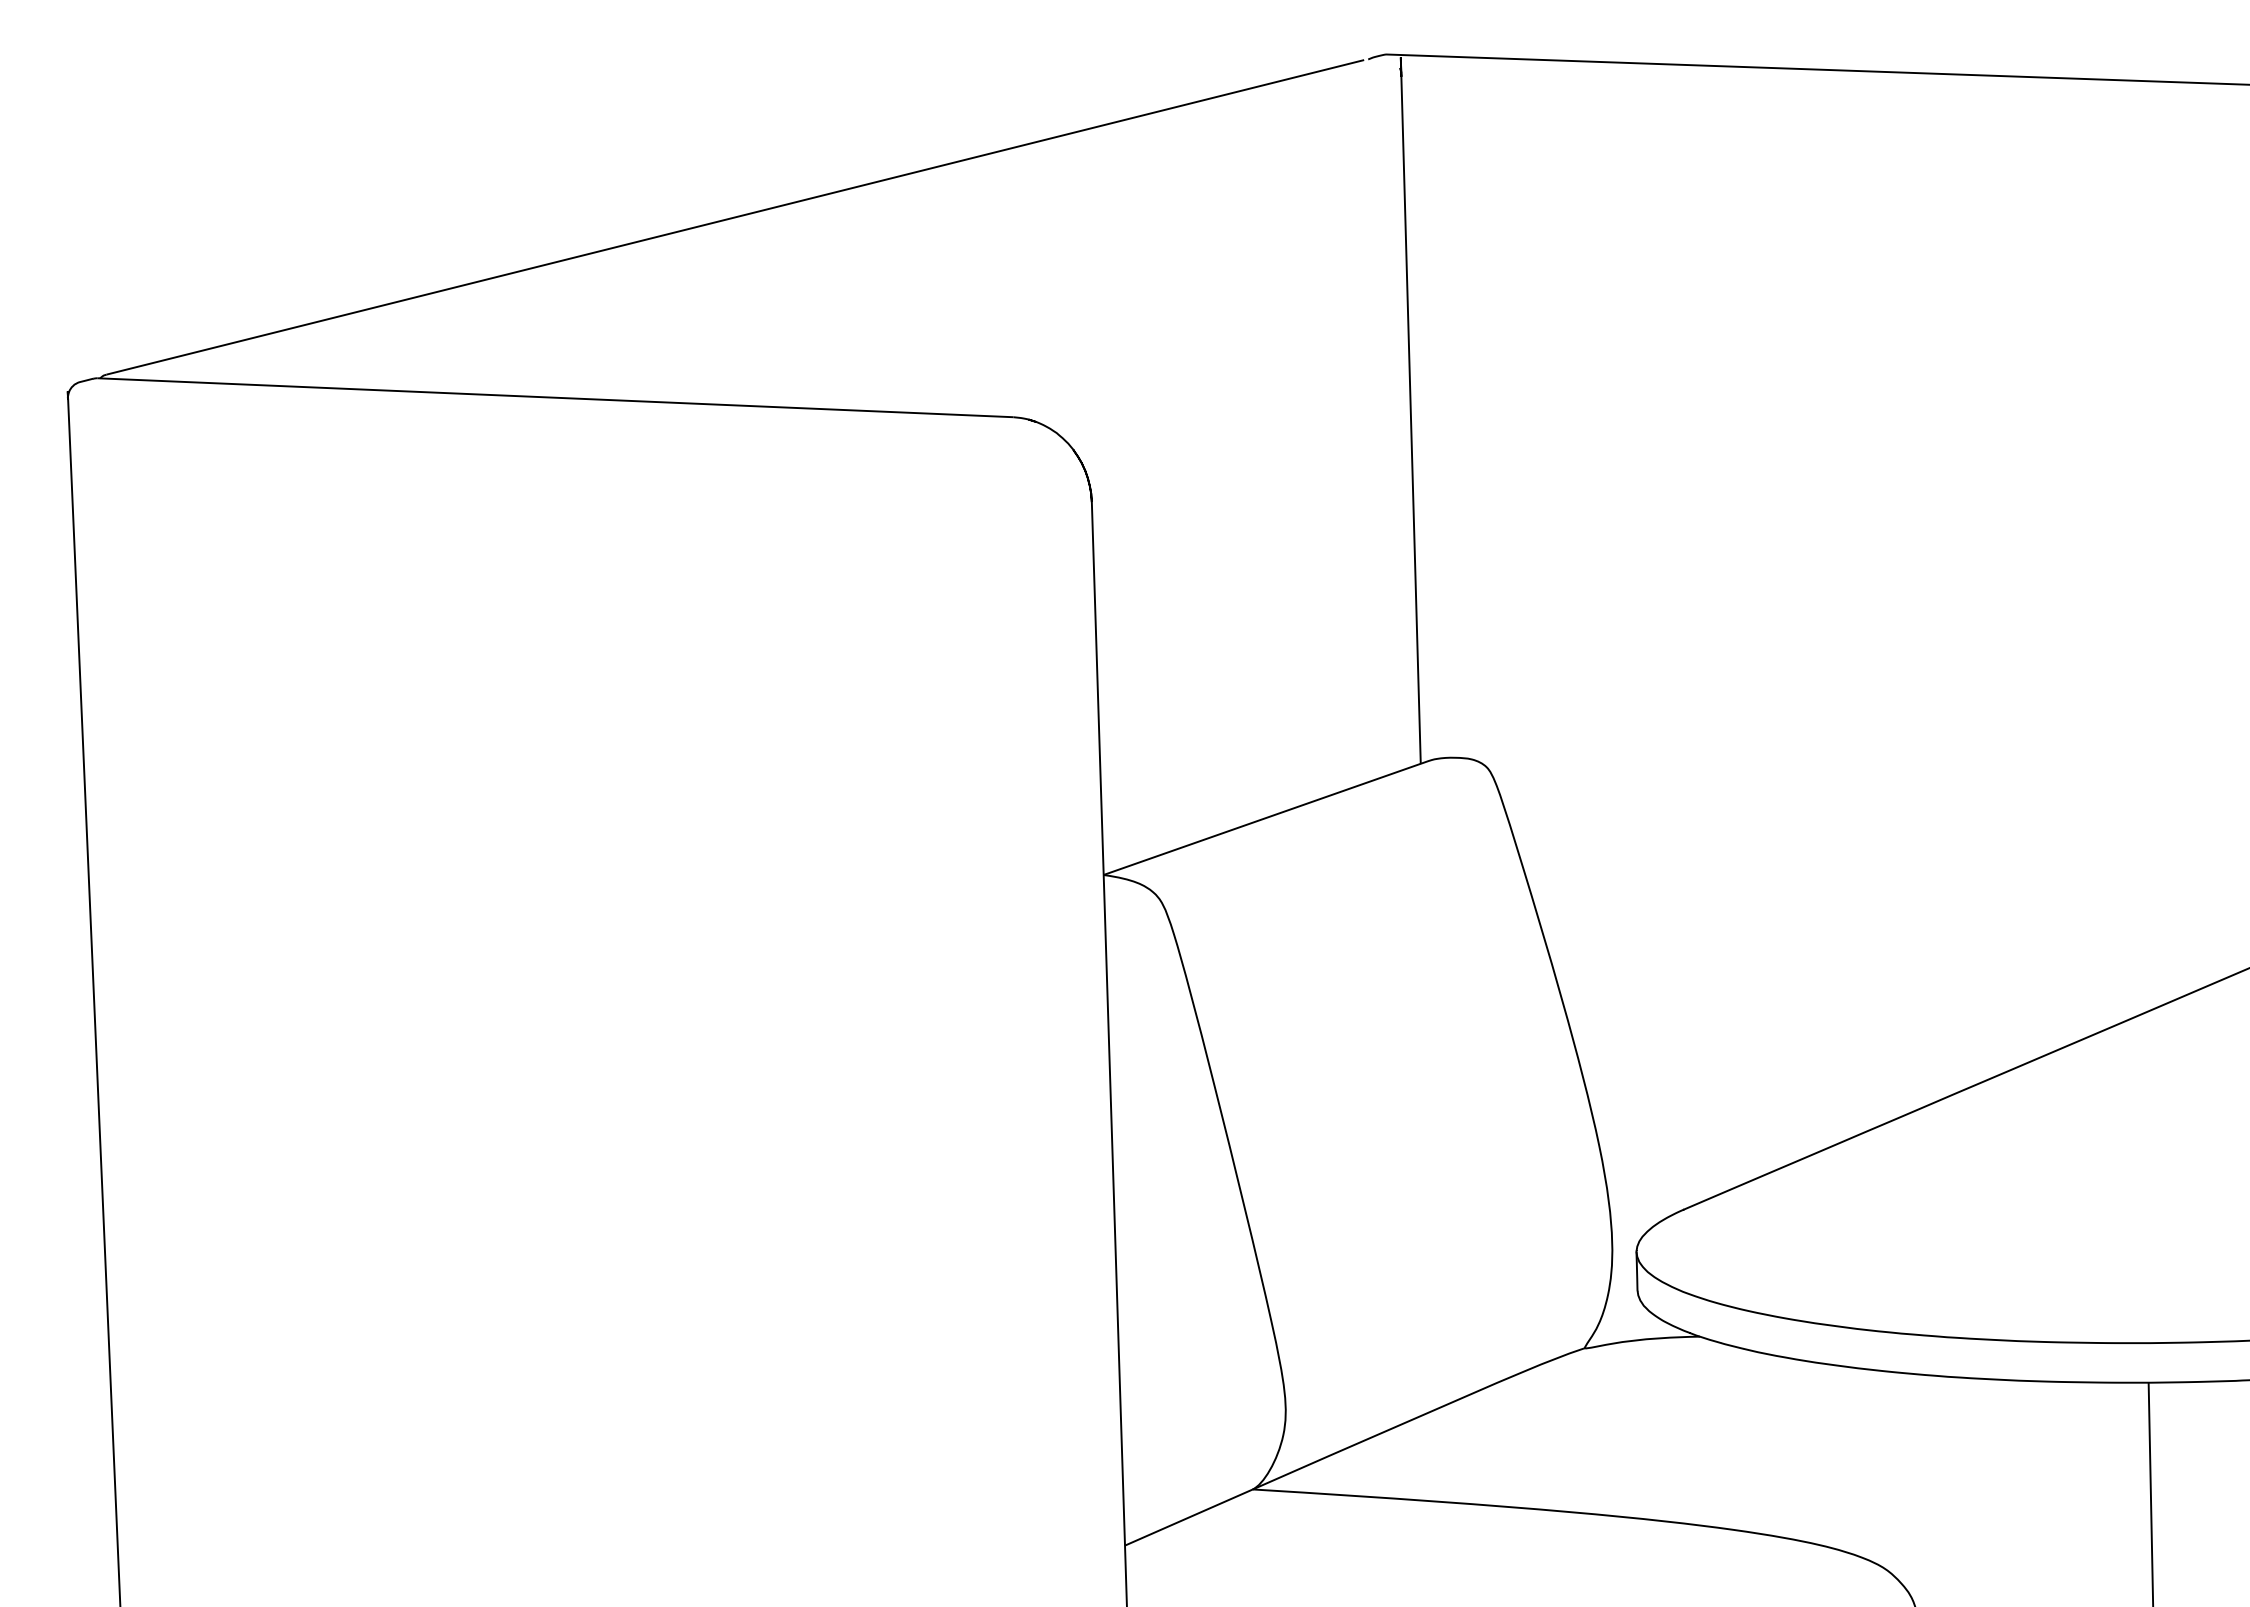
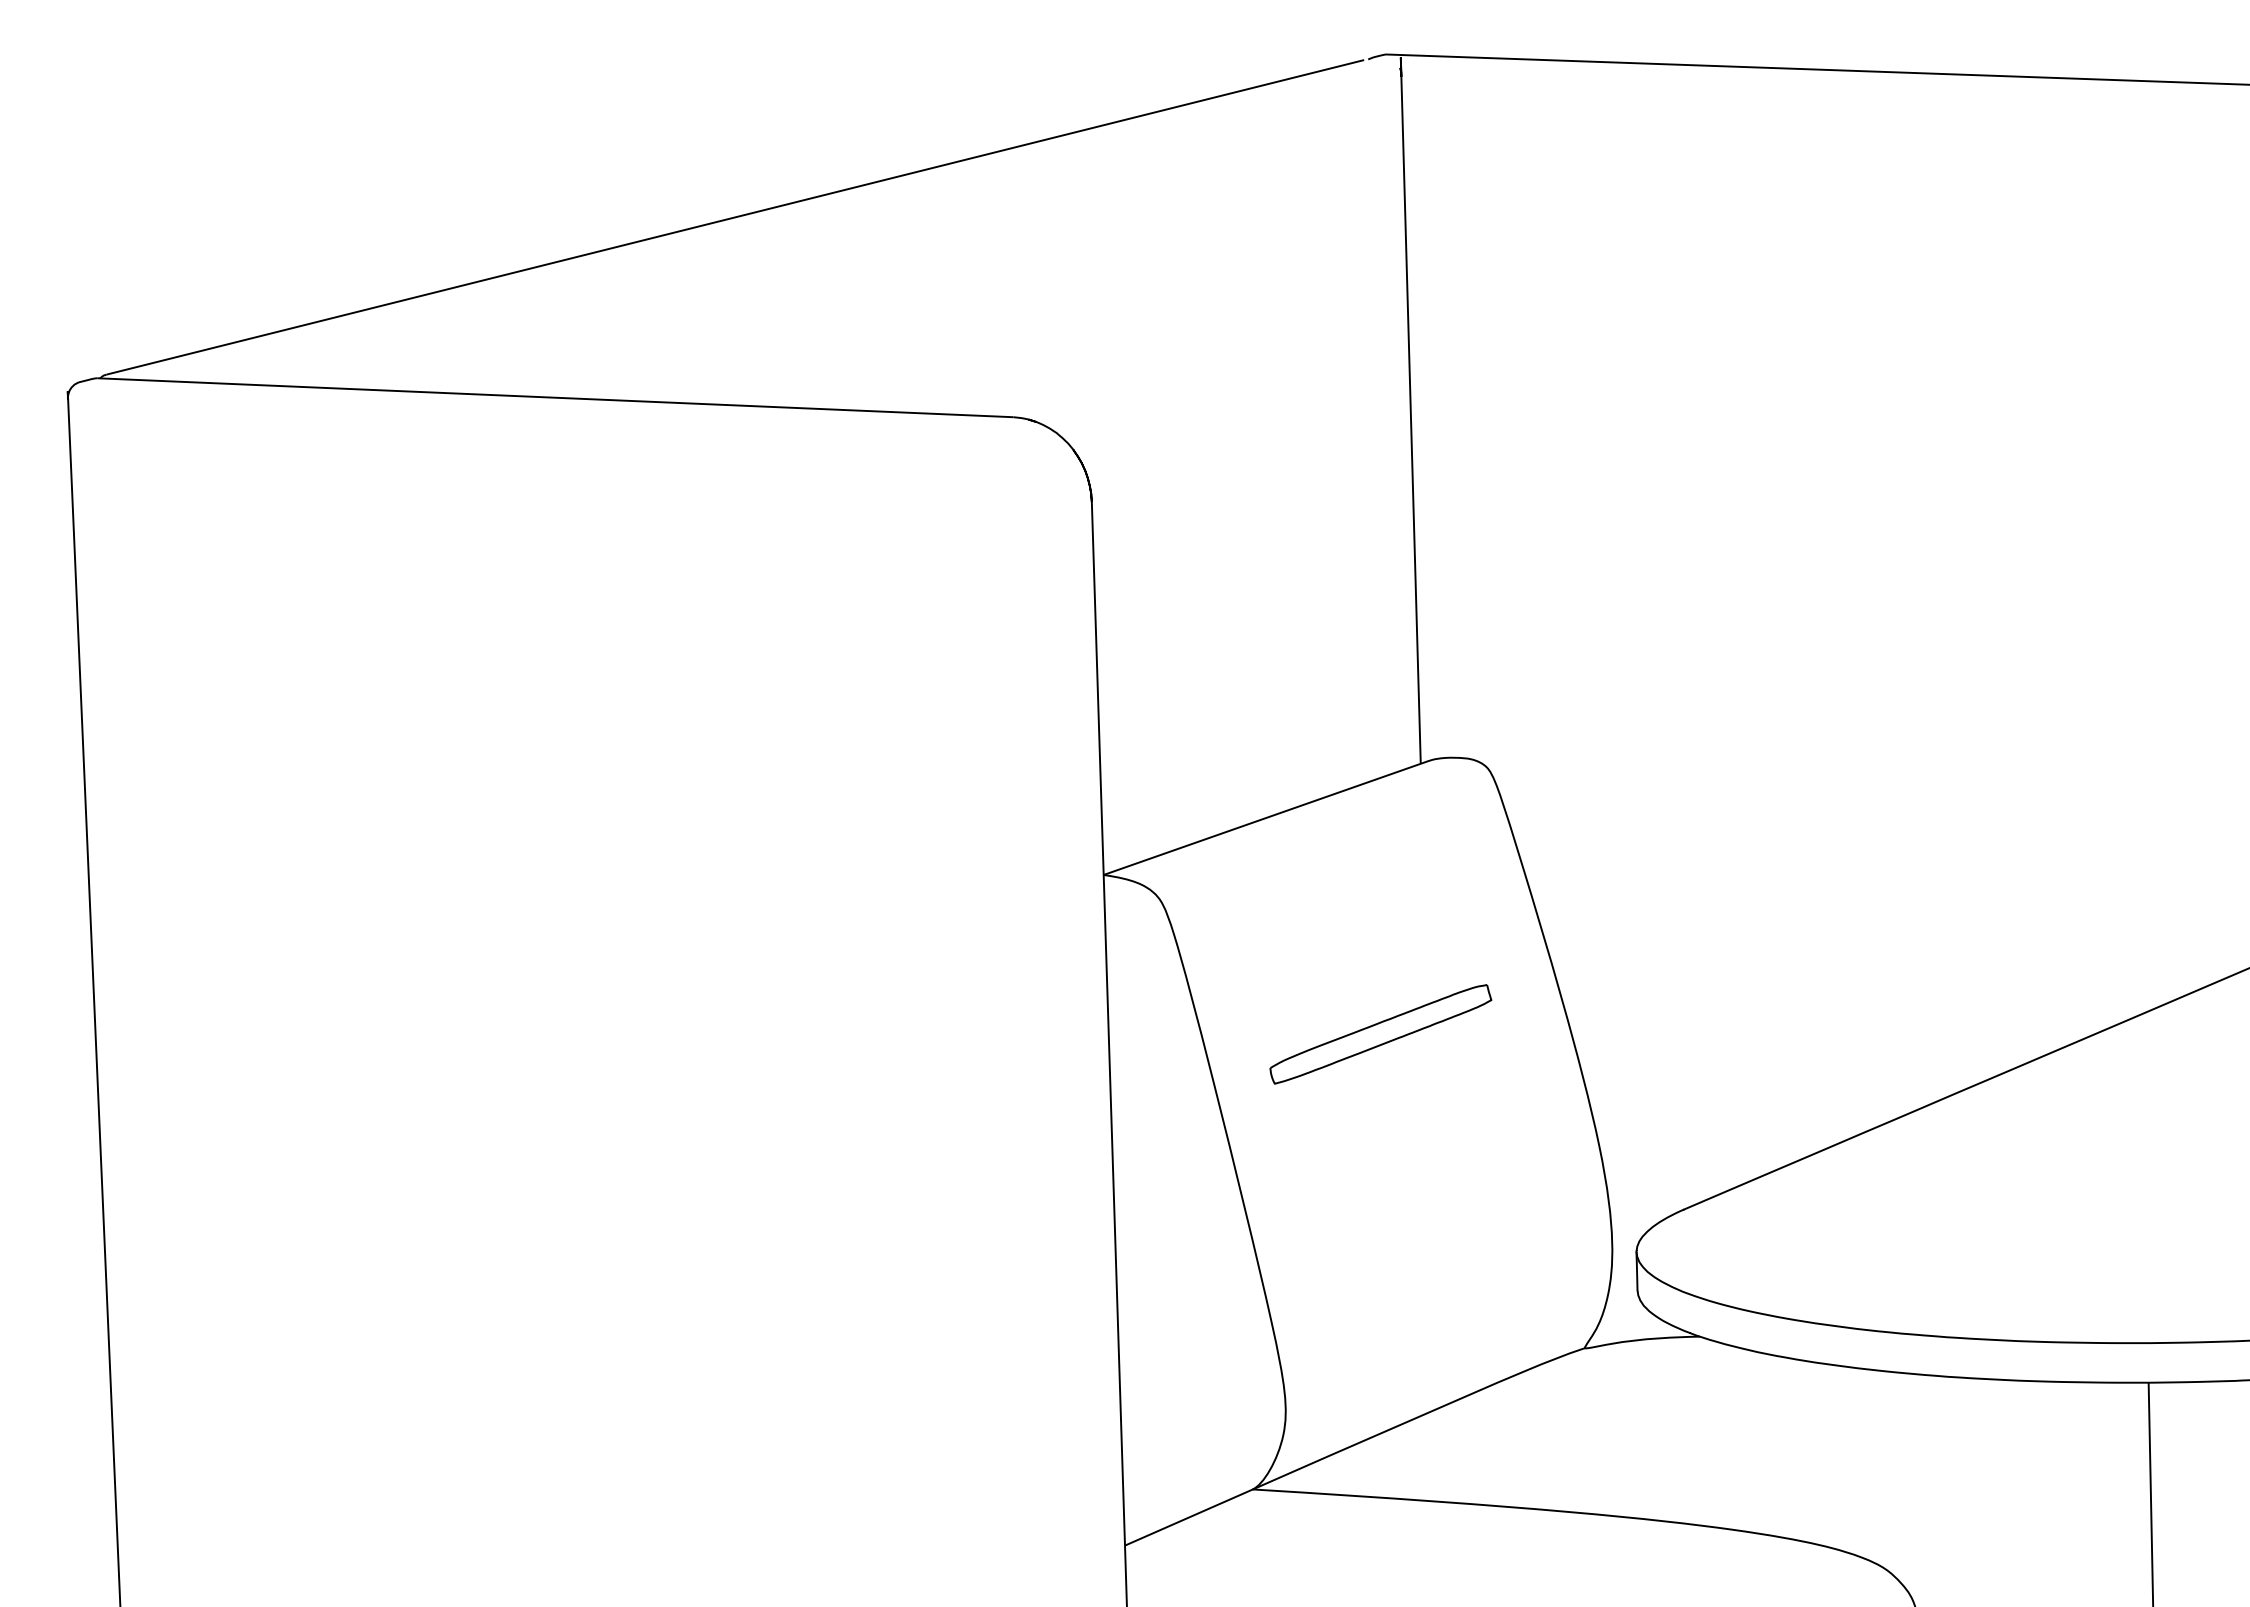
part at (1380, 1034): none -> present
